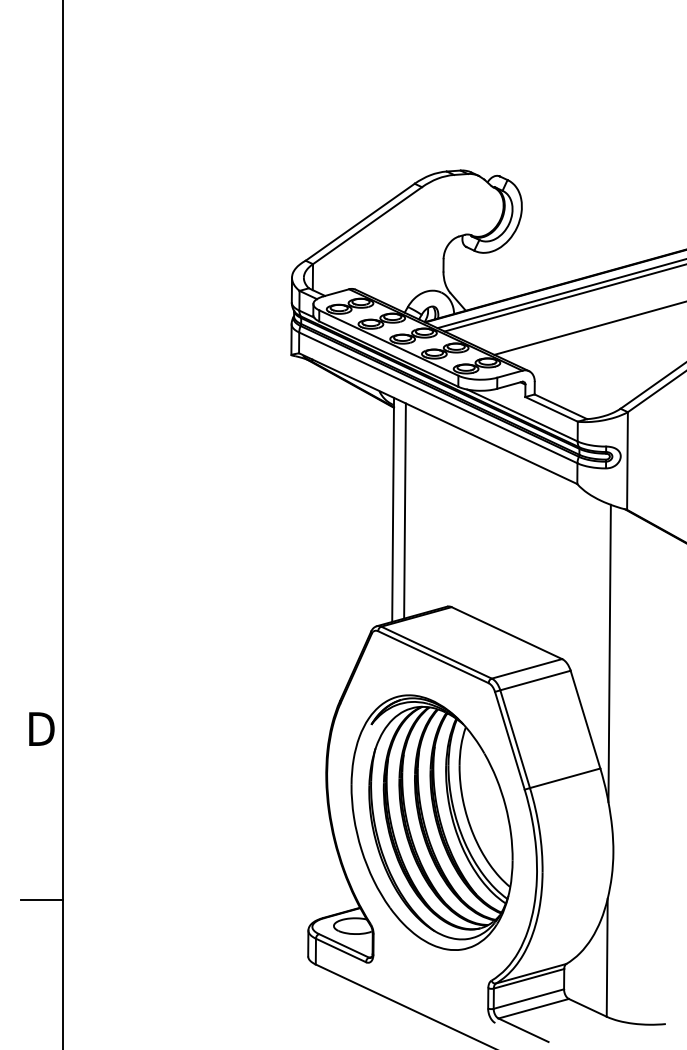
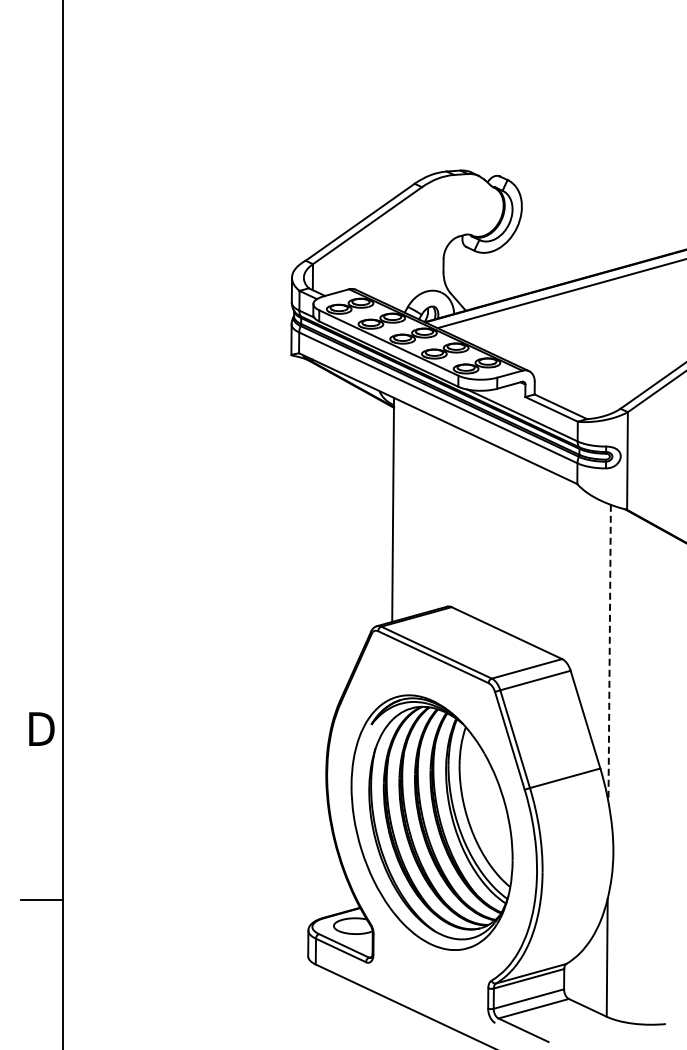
line at (563, 298): present -> none
line at (588, 328): present -> none
line at (404, 510): present -> none
line at (609, 653): solid -> dashed
